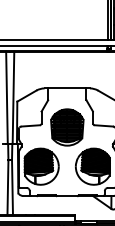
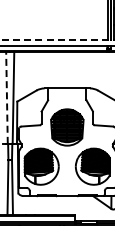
line at (57, 40): solid -> dashed
line at (6, 97): solid -> dashed
